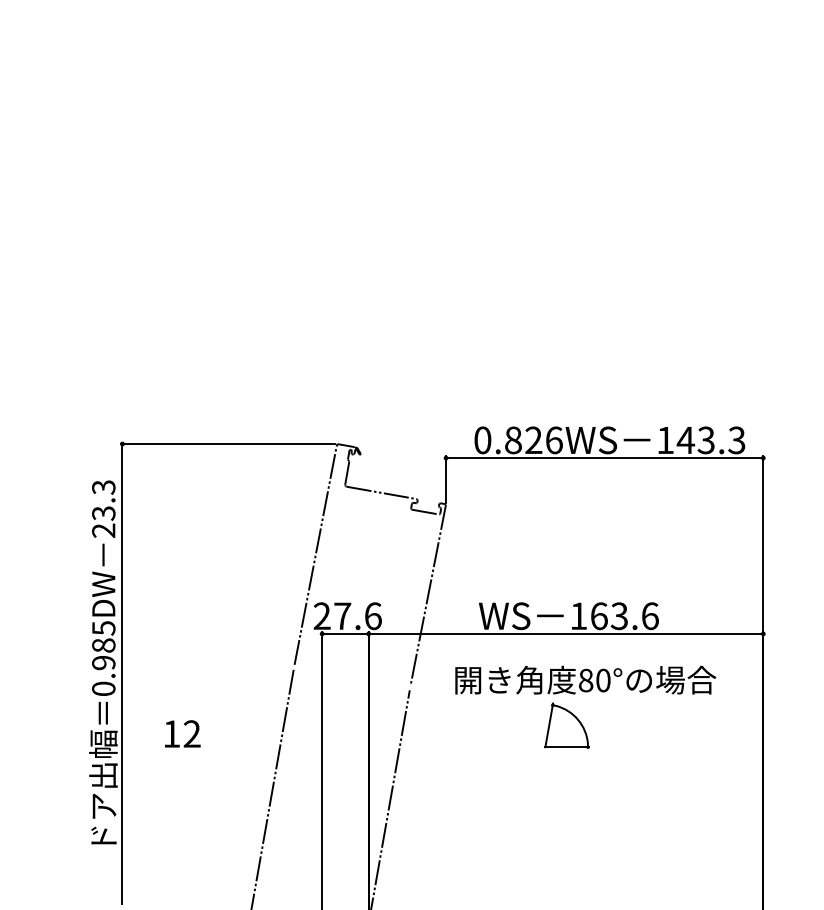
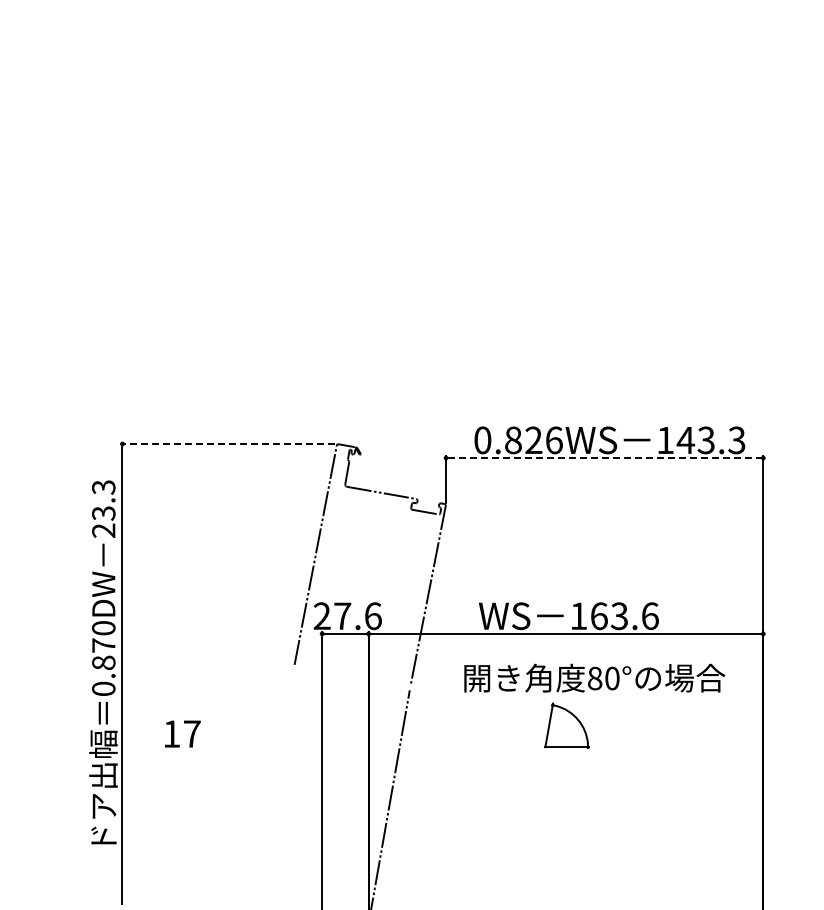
line at (227, 444): solid -> dashed
line at (604, 458): solid -> dashed
text at (103, 645): 0.985DW -> 0.870DW
text at (585, 679) position: (585, 679) -> (594, 677)
text at (191, 733): 12 -> 17
line at (272, 787): present -> none
